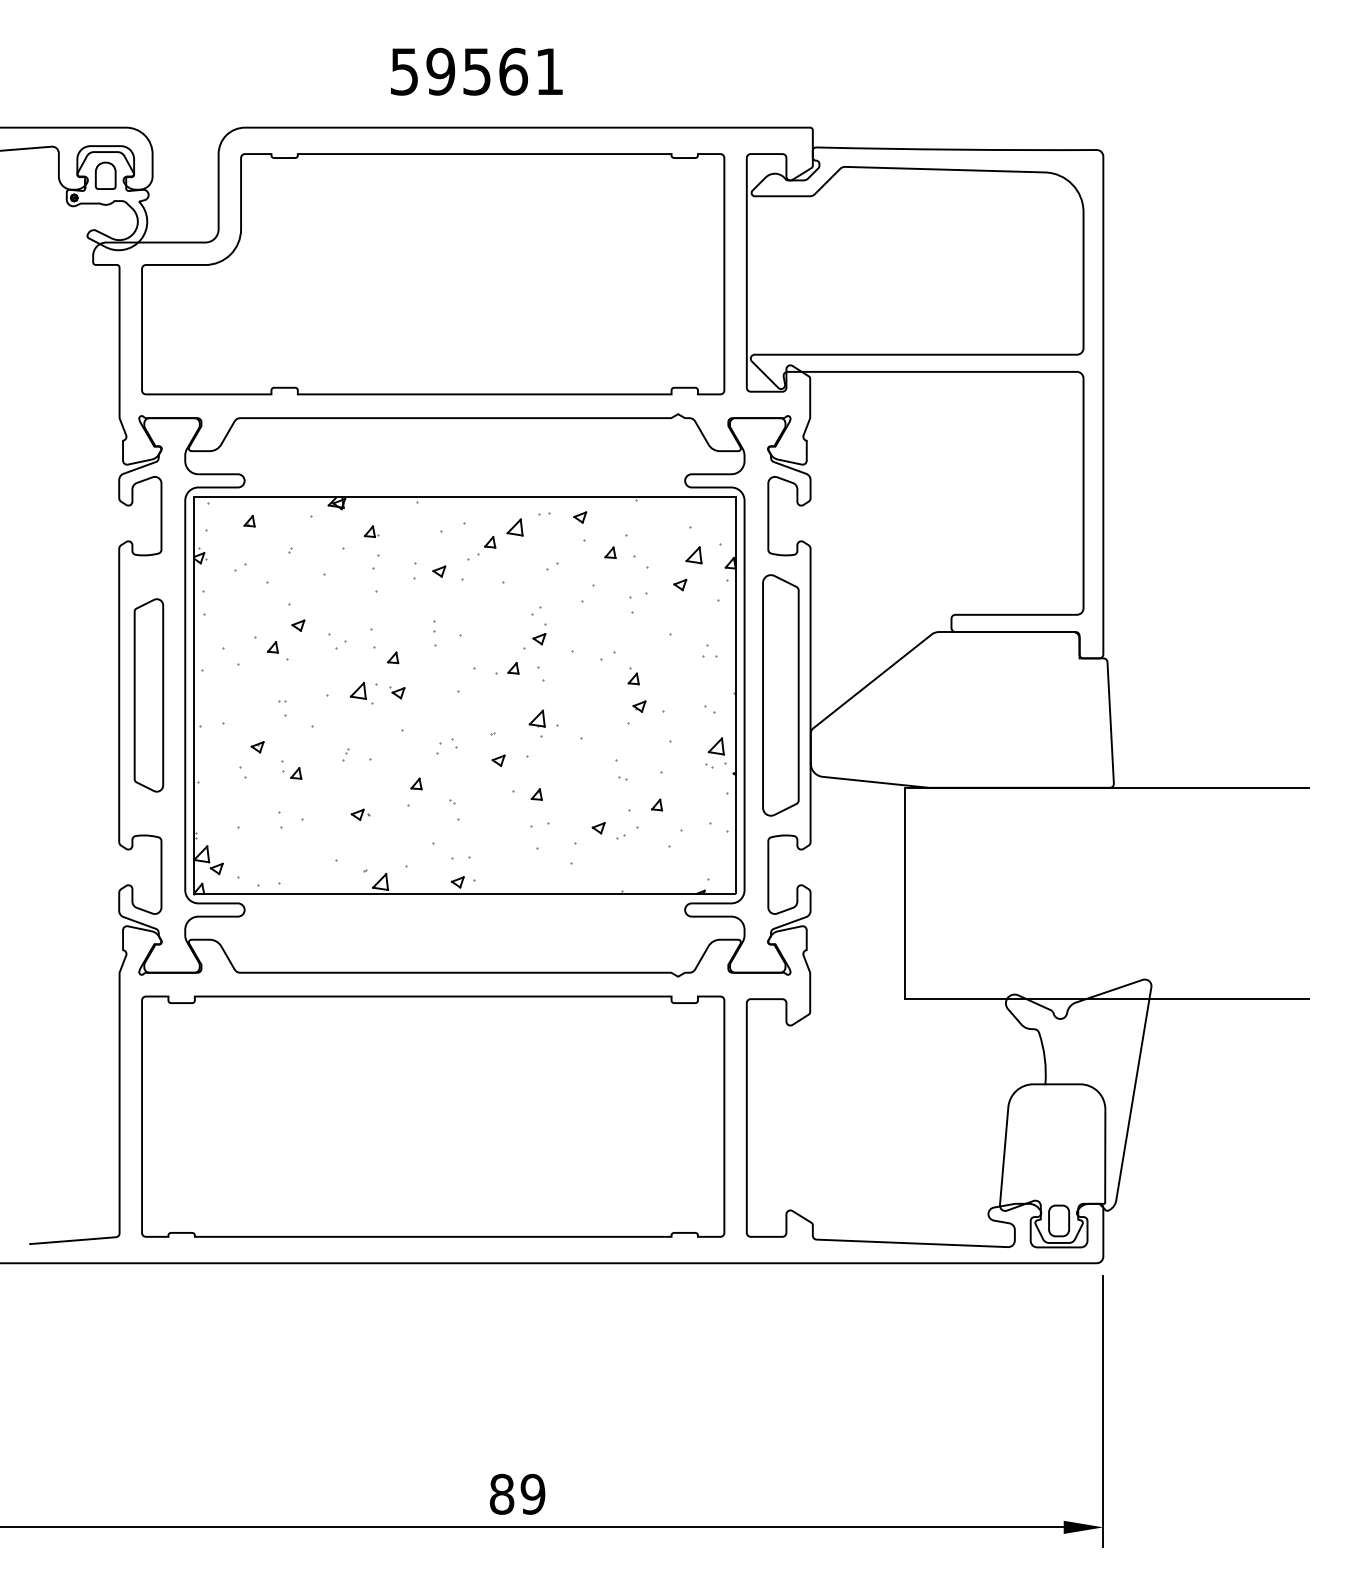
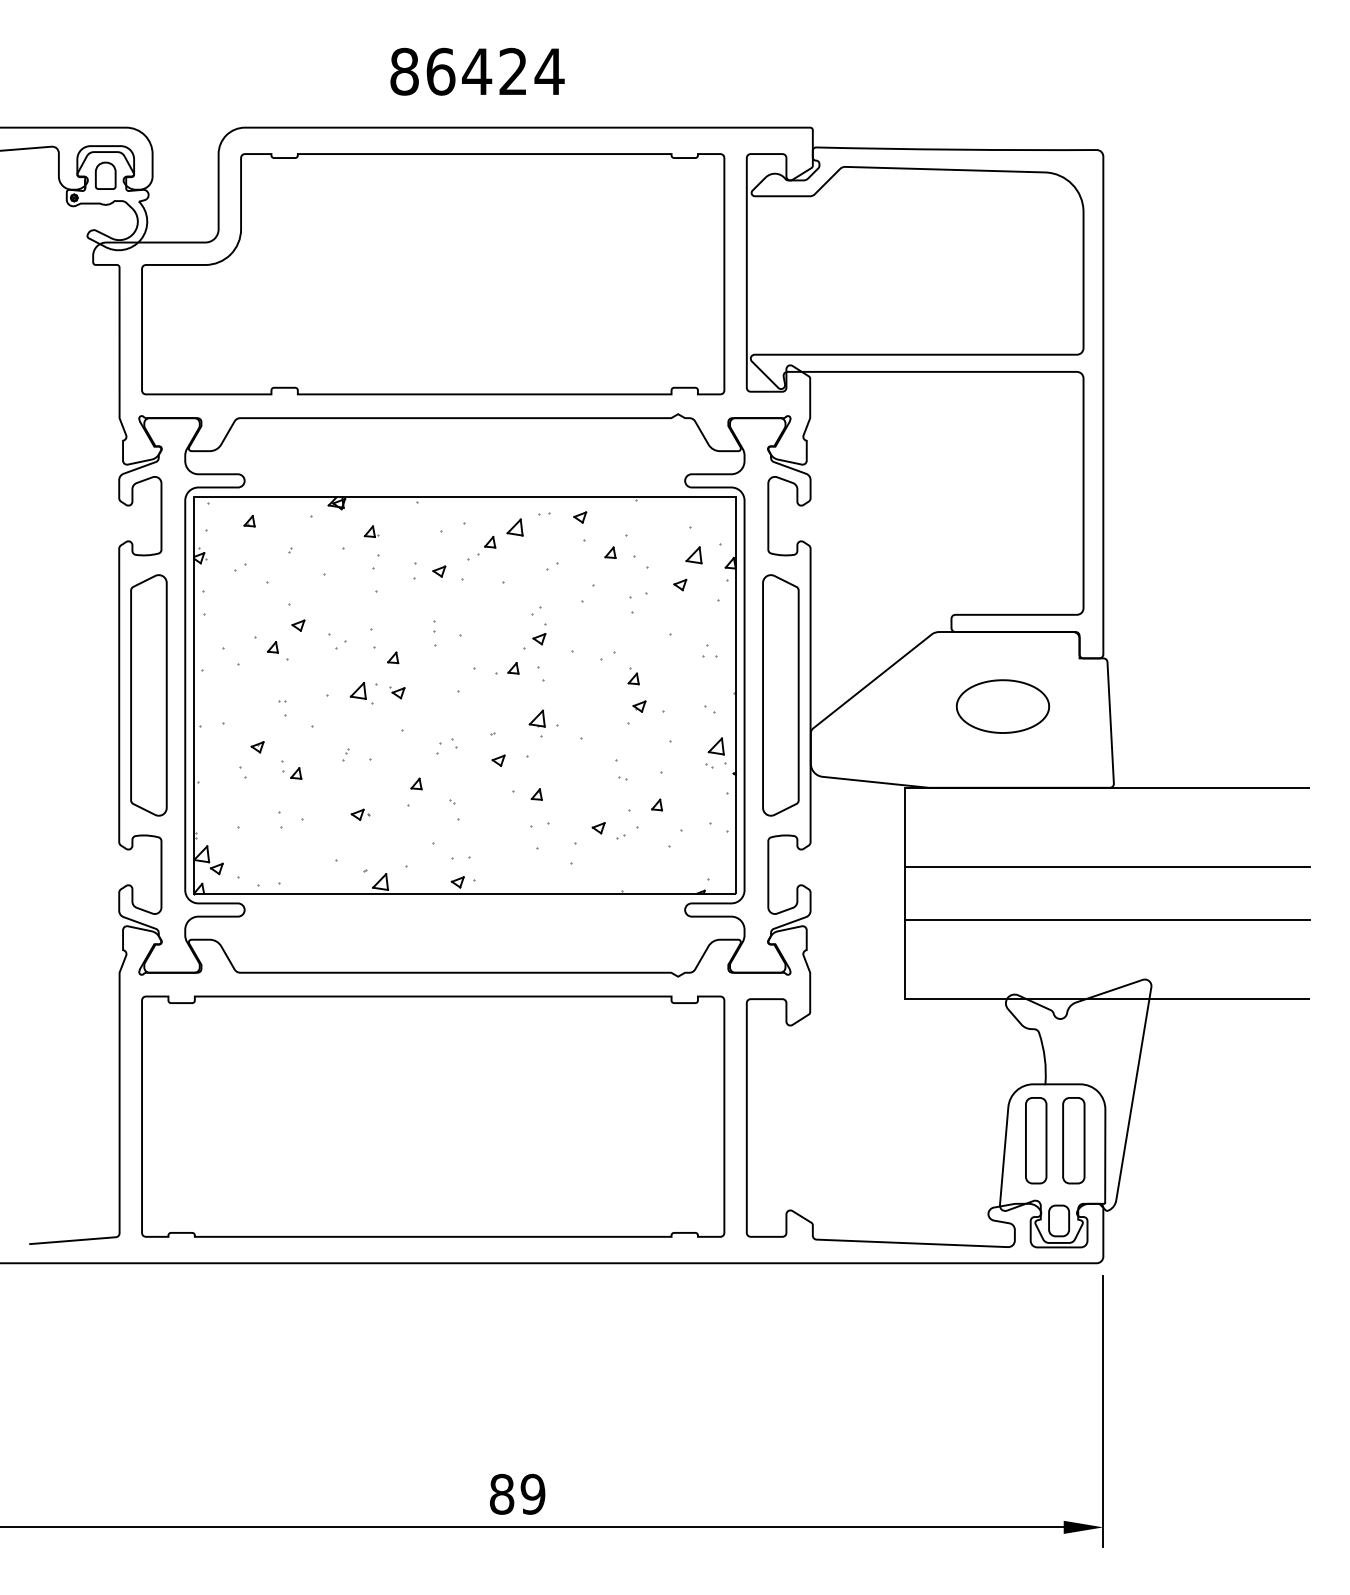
text at (477, 71): 59561 -> 86424
part at (148, 695) size: 32x195 px -> 38x243 px
part at (1002, 706): none -> present
line at (1107, 867): none -> present
line at (1107, 919): none -> present
part at (1036, 1140): none -> present
part at (1073, 1140): none -> present
